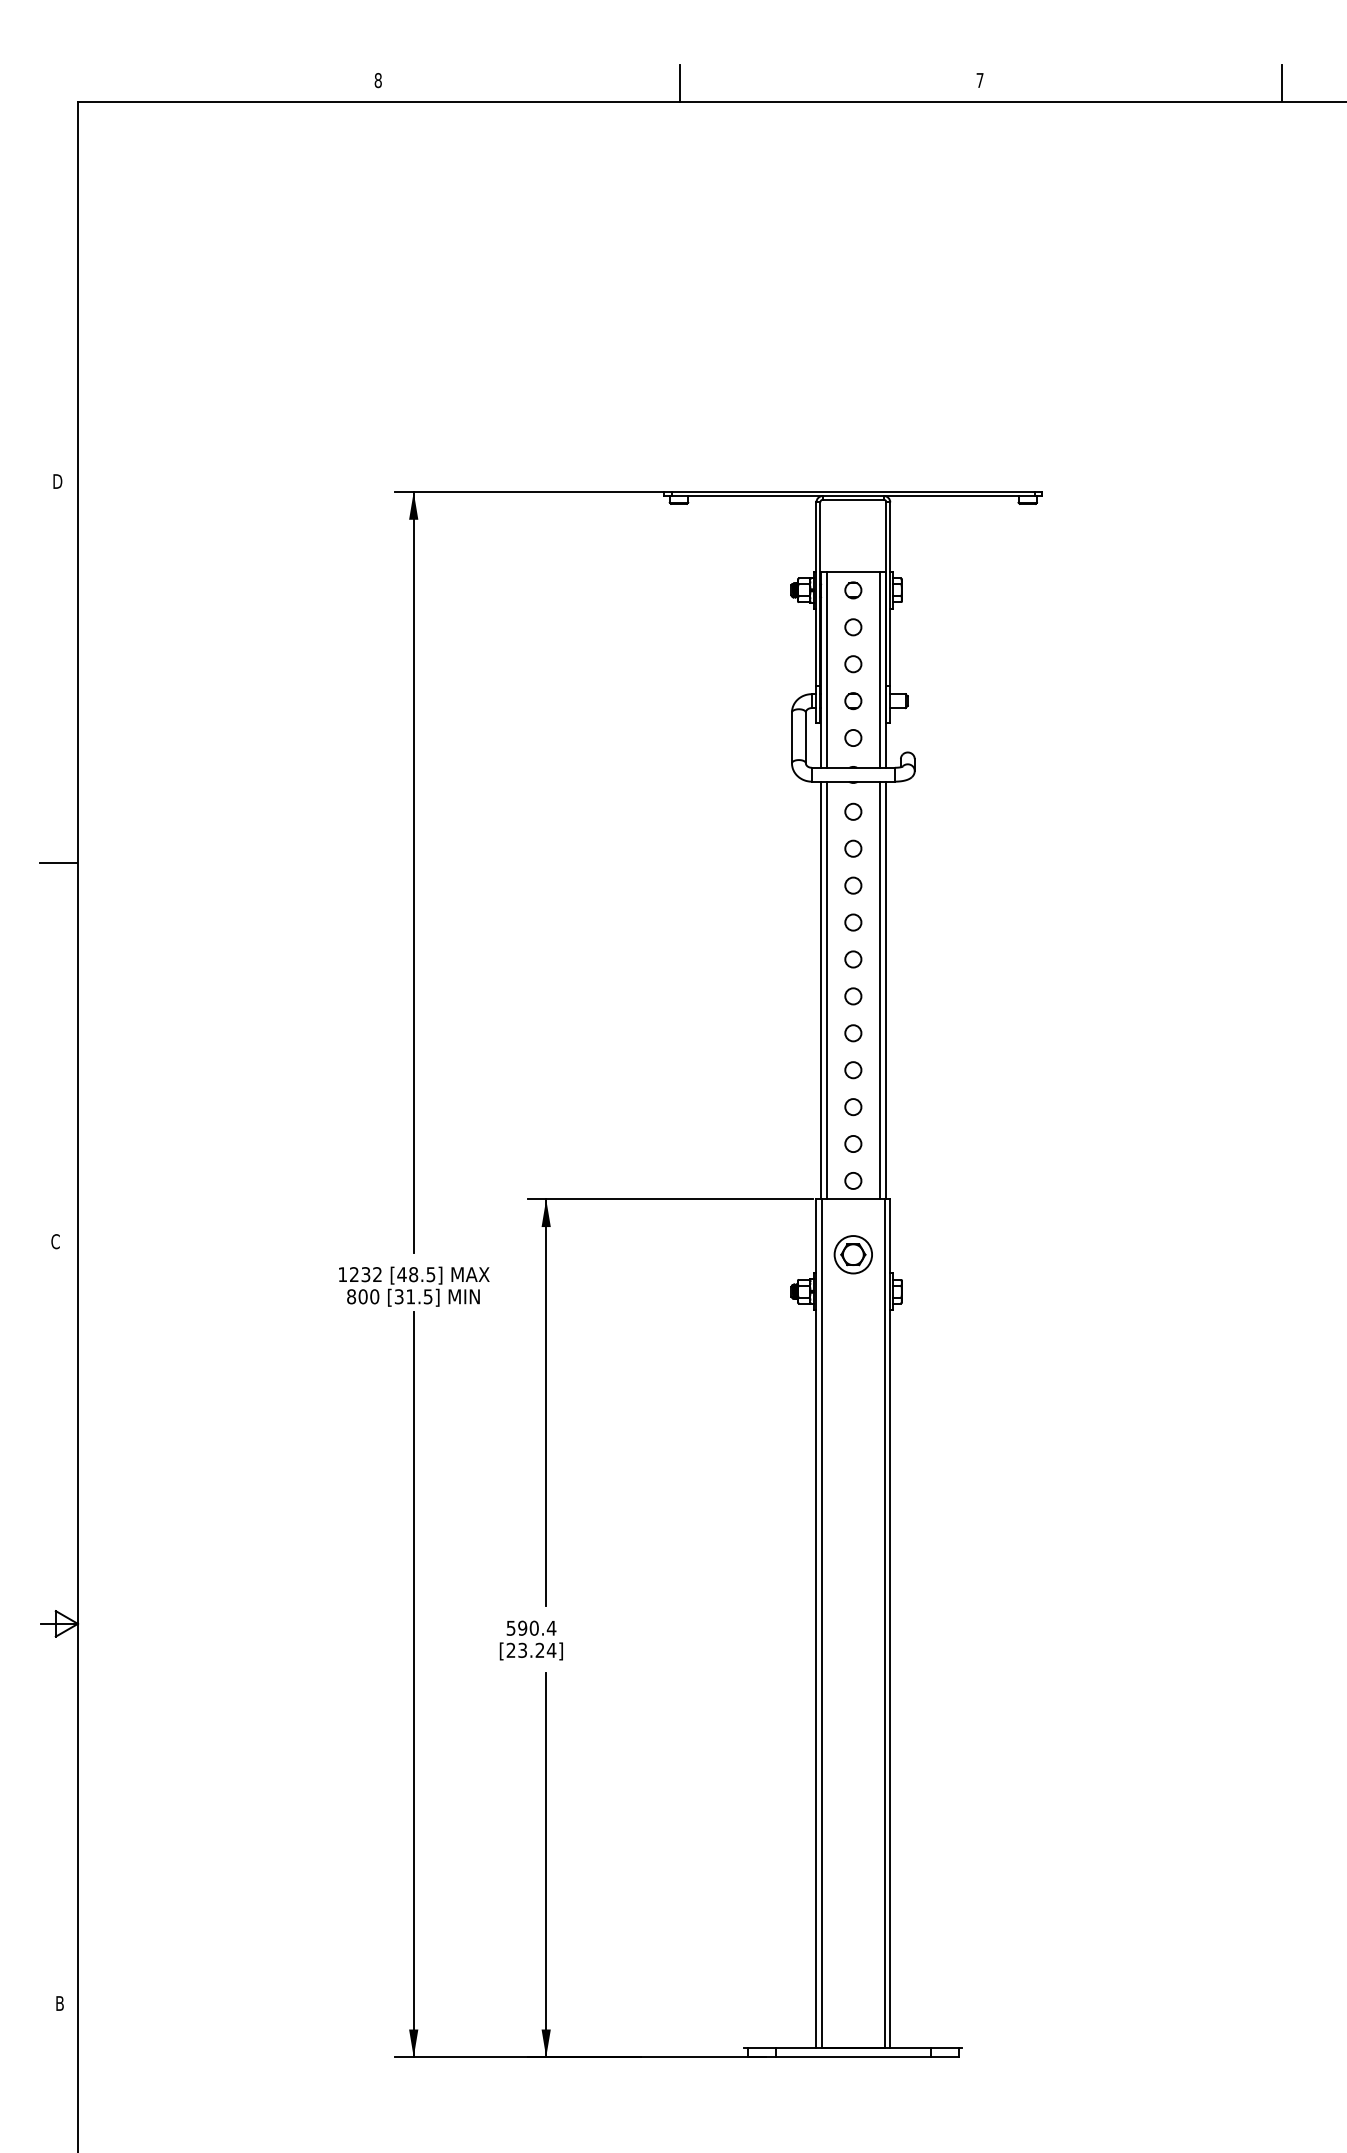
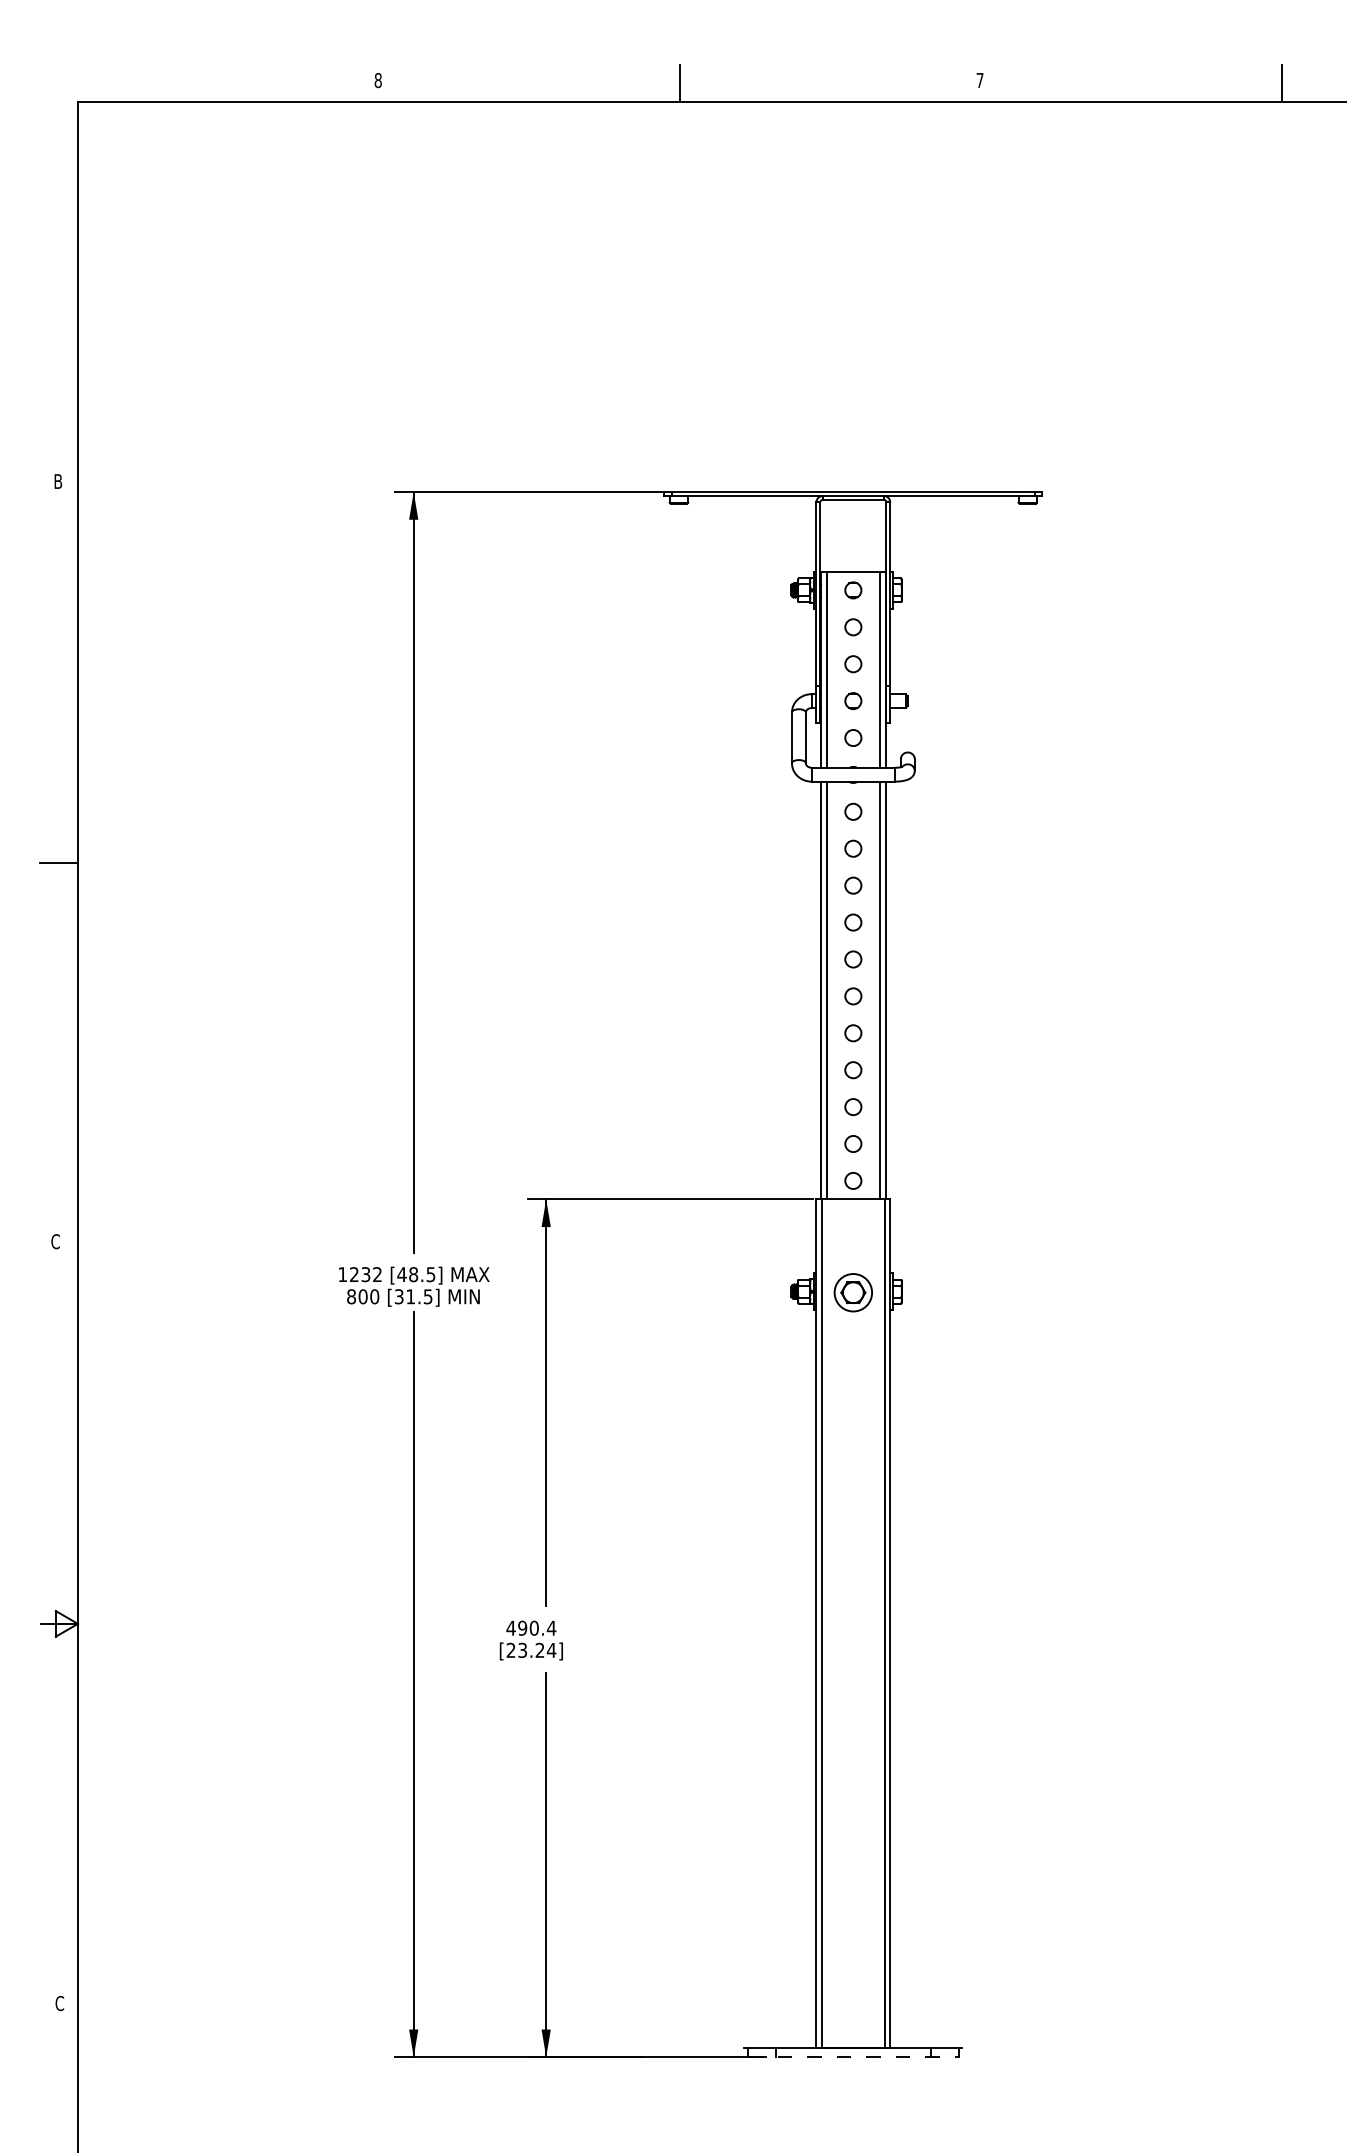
text at (57, 481): D -> B
part at (852, 1254) position: (852, 1254) -> (852, 1292)
text at (510, 1628): 590.4 -> 490.4
text at (59, 2003): B -> C
line at (853, 2057): solid -> dashed
